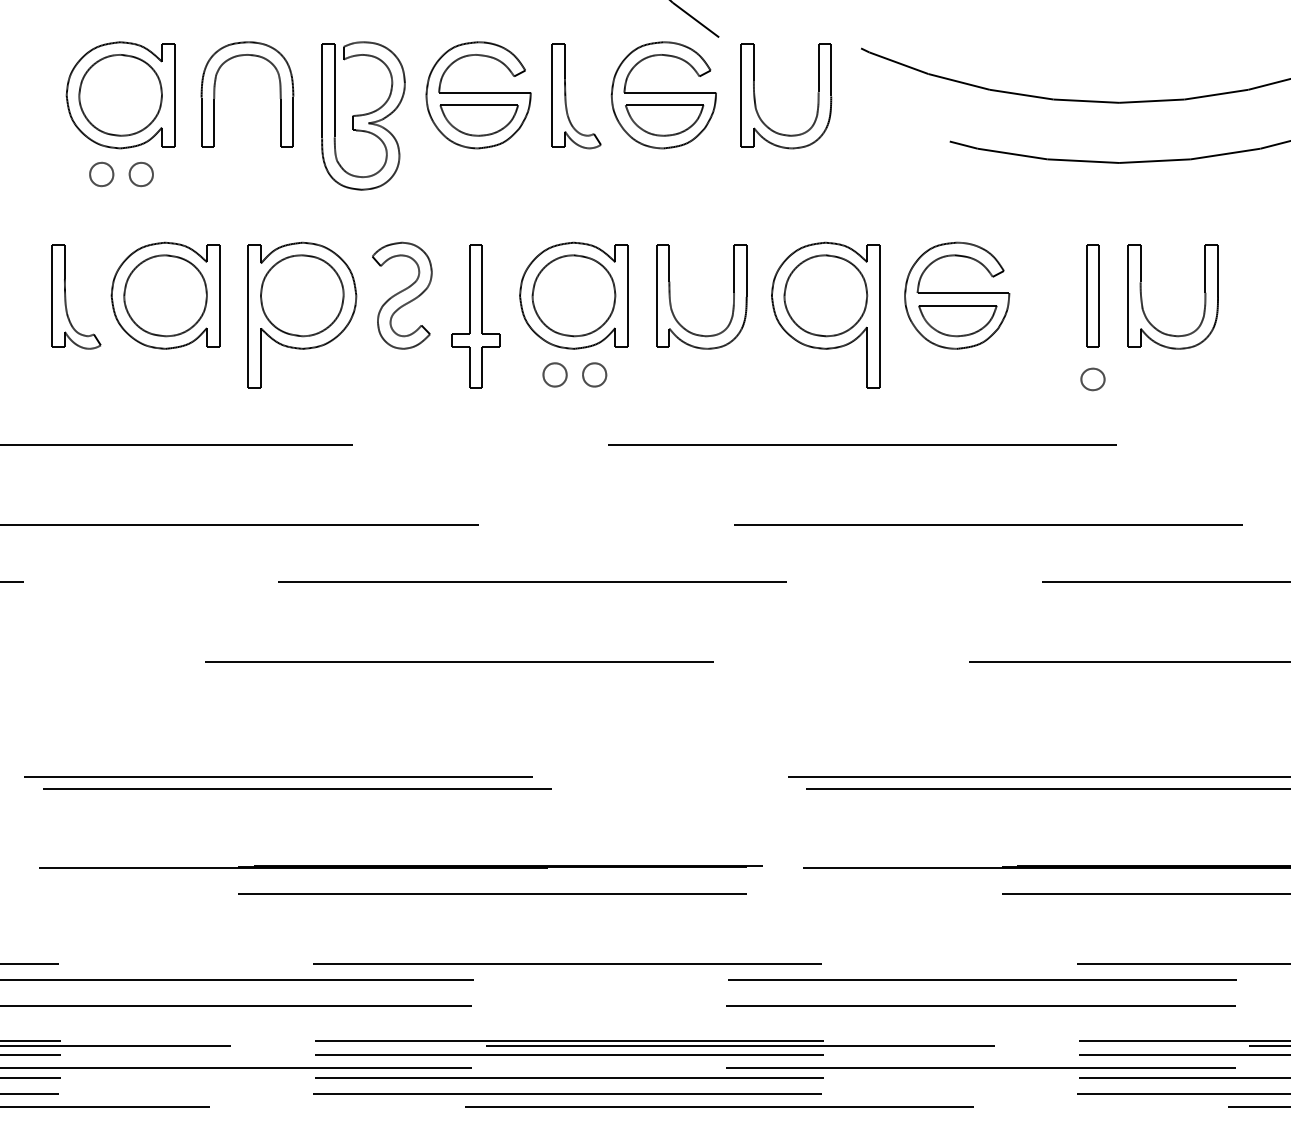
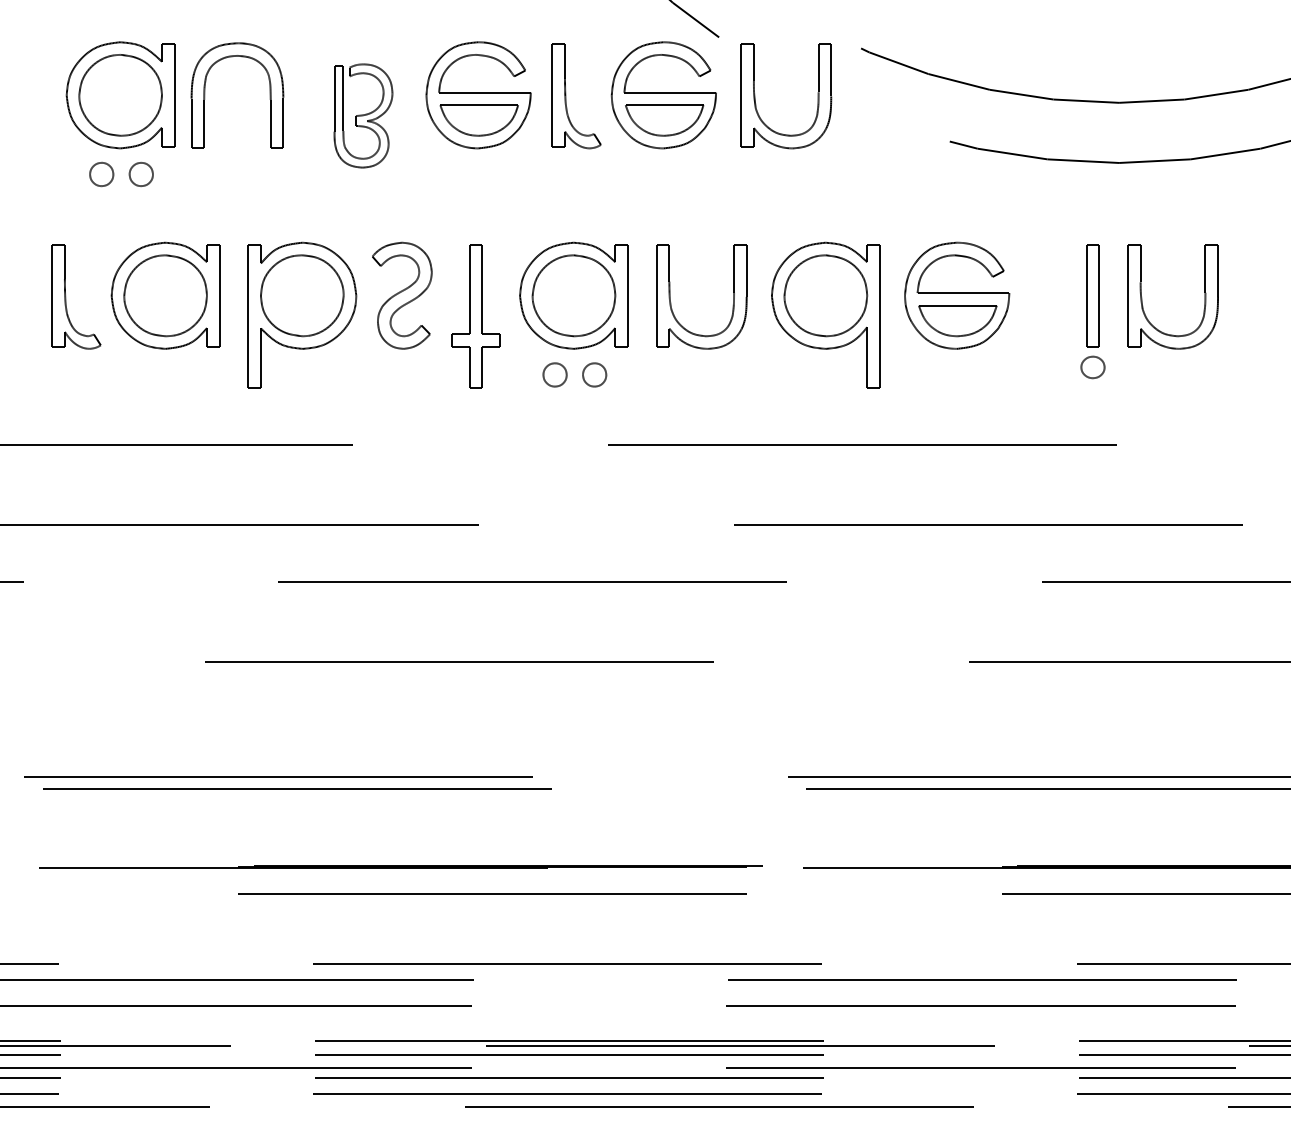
part at (215, 94) position: (215, 94) -> (205, 95)
part at (363, 115) size: 85x150 px -> 61x106 px
part at (1092, 379) position: (1092, 379) -> (1092, 367)
